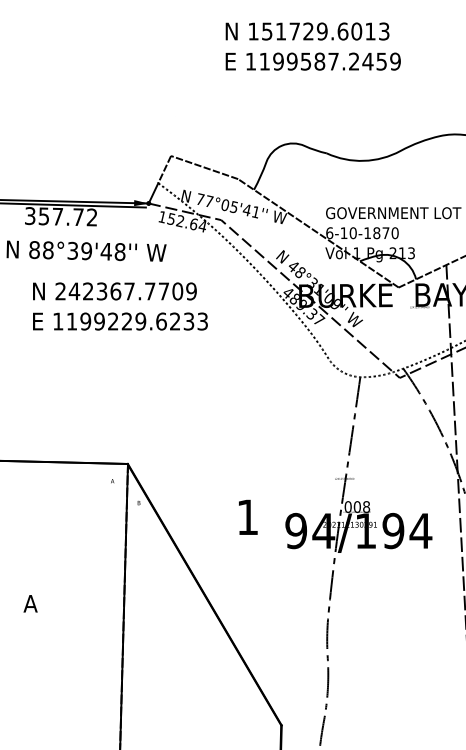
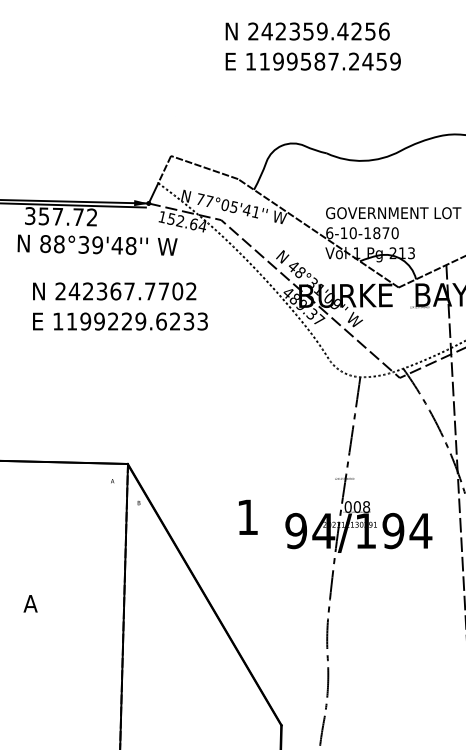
text at (318, 31): 151729.6013 -> 242359.4256
text at (86, 250) position: (86, 250) -> (97, 244)
text at (191, 291): 242367.7709 -> 242367.7702
